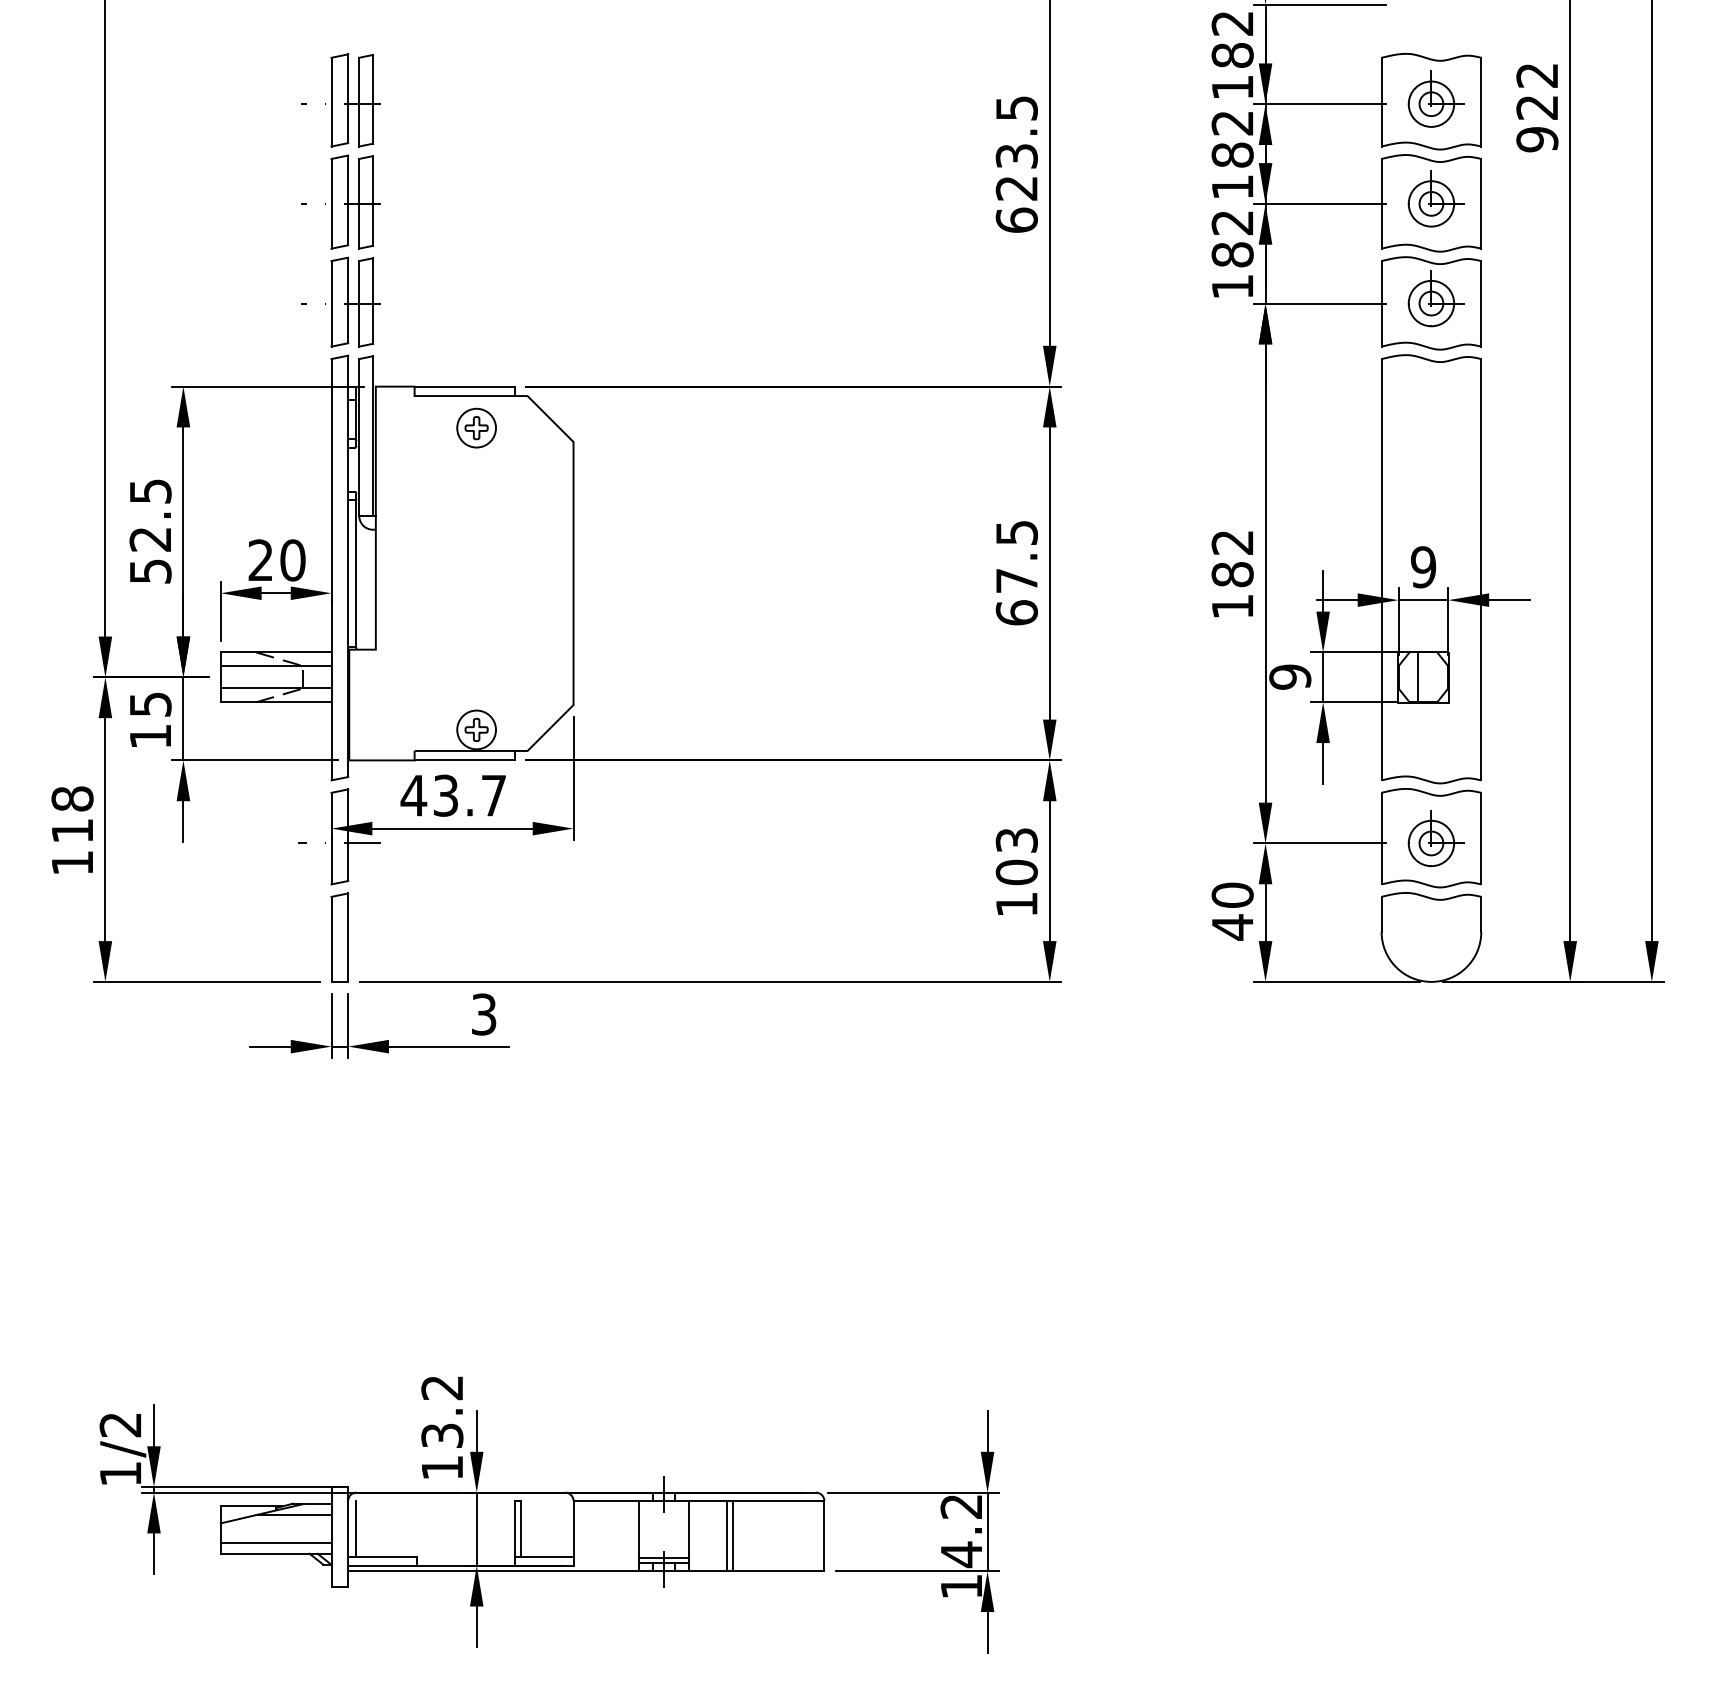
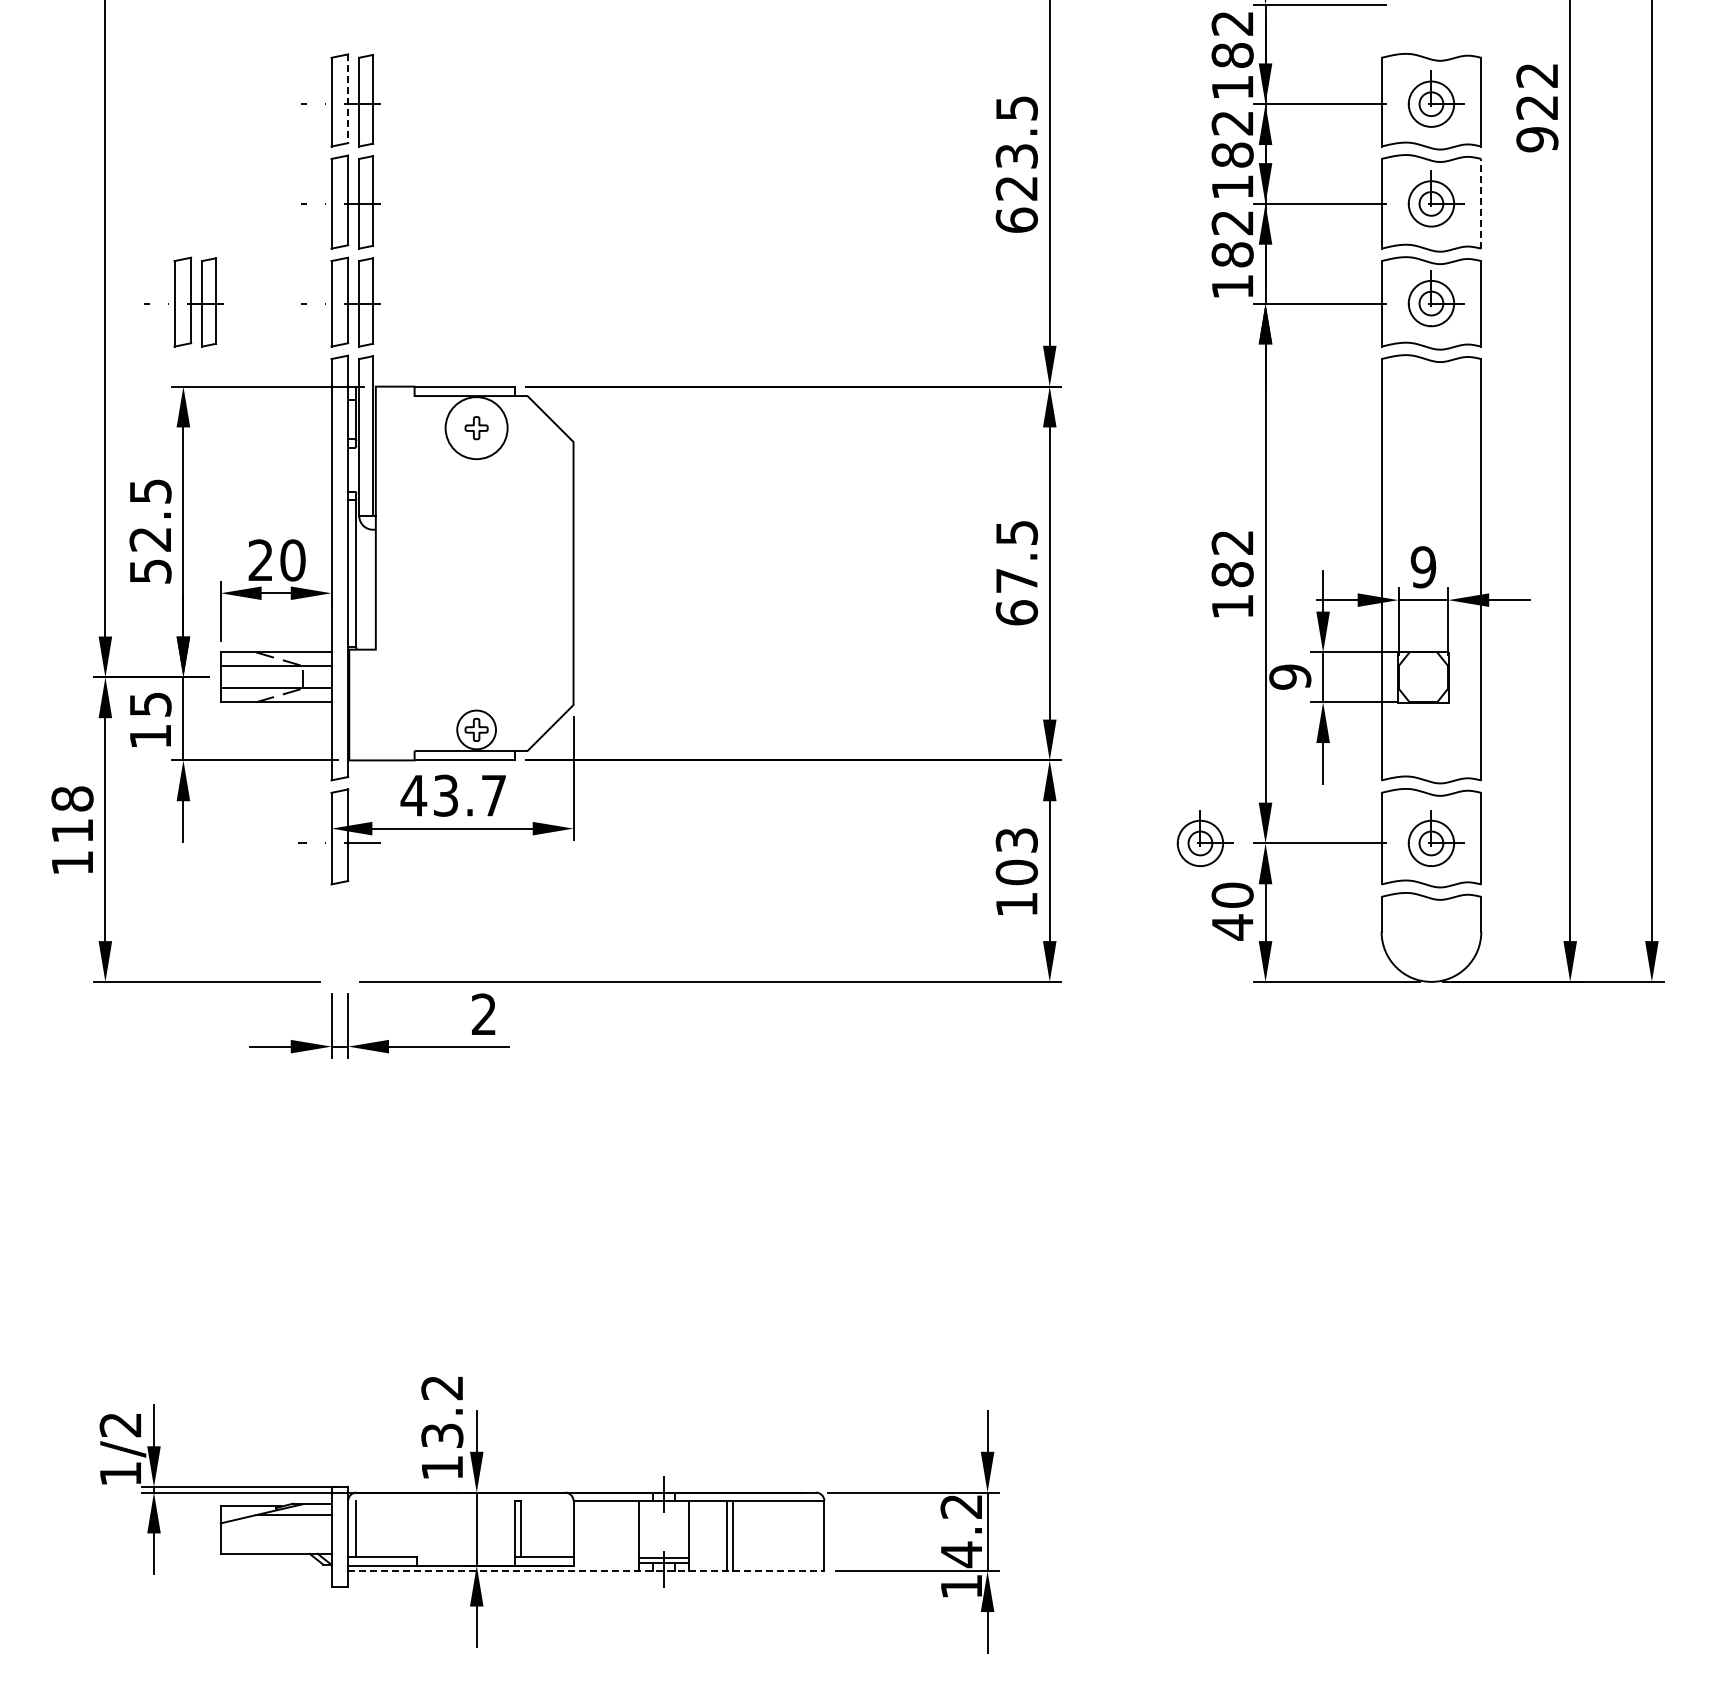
line at (348, 99): solid -> dashed
line at (1481, 203): solid -> dashed
part at (183, 301): none -> present
circle at (476, 427) diameter: 39 px -> 62 px
line at (1417, 677): present -> none
part at (1204, 838): none -> present
part at (339, 937): present -> none
text at (484, 1014): 3 -> 2
line at (275, 1542): present -> none
line at (586, 1571): solid -> dashed
